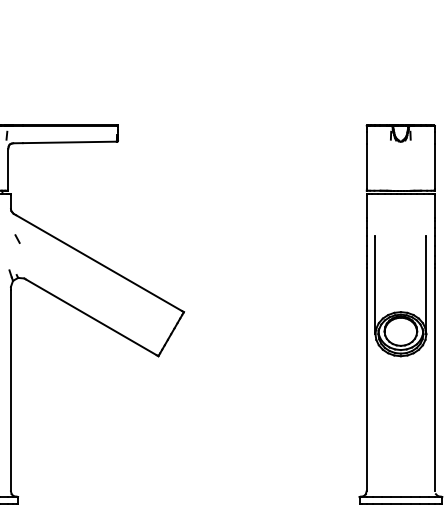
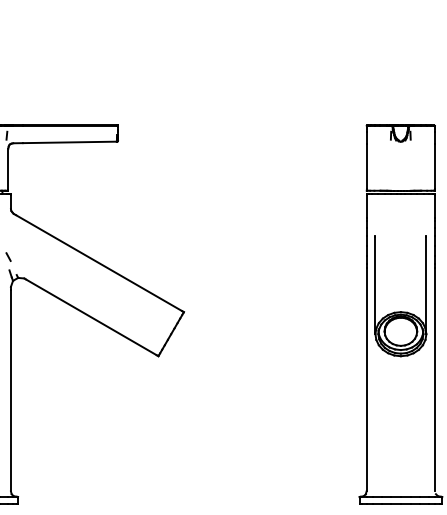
line at (17, 238) position: (17, 238) -> (8, 256)
